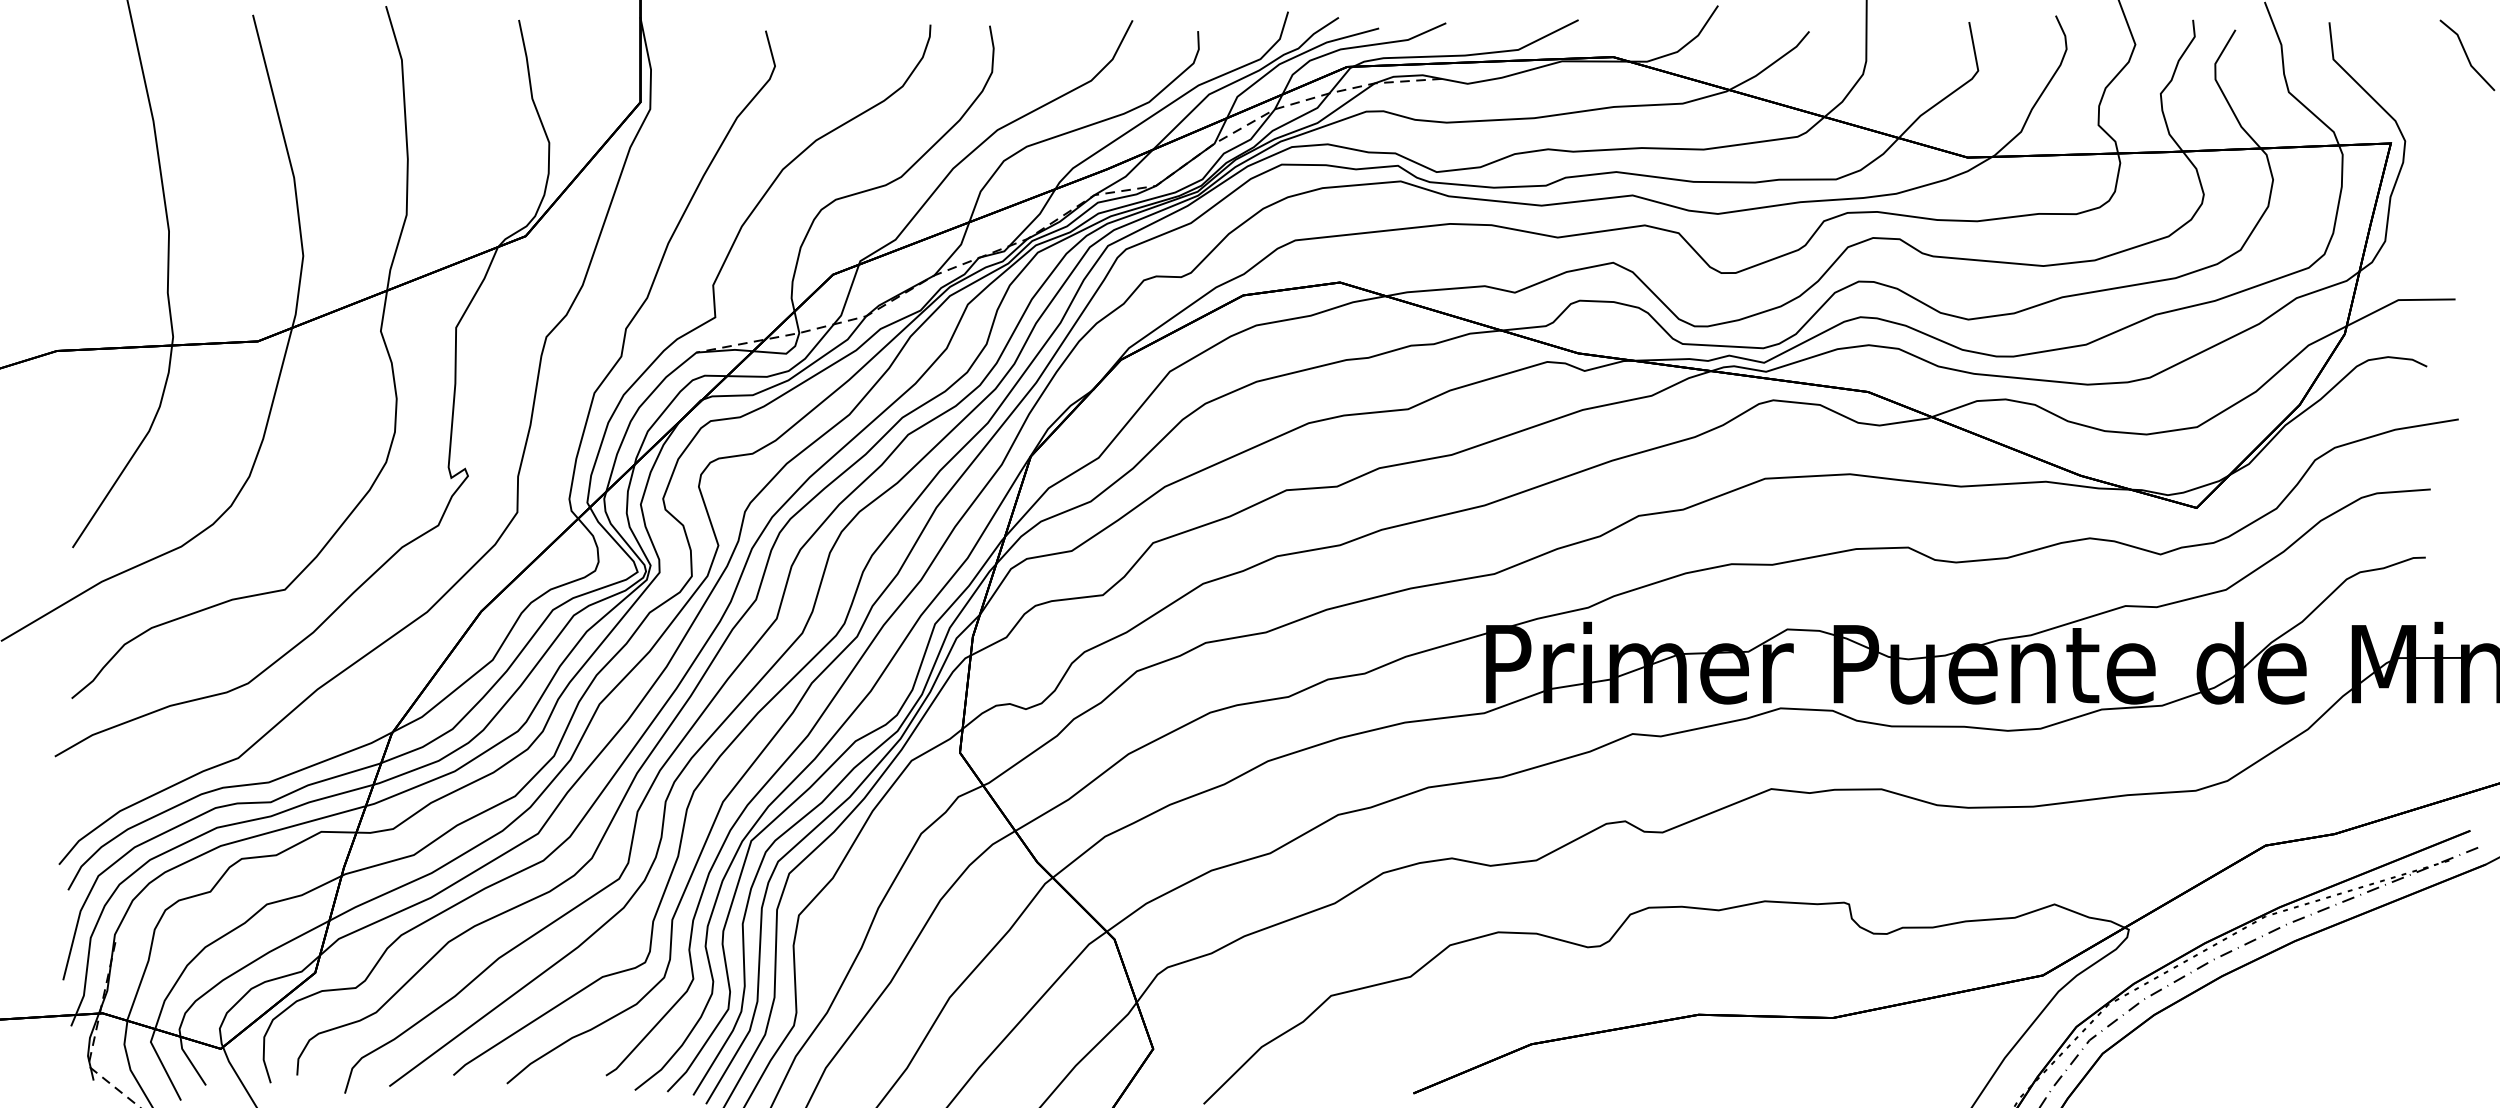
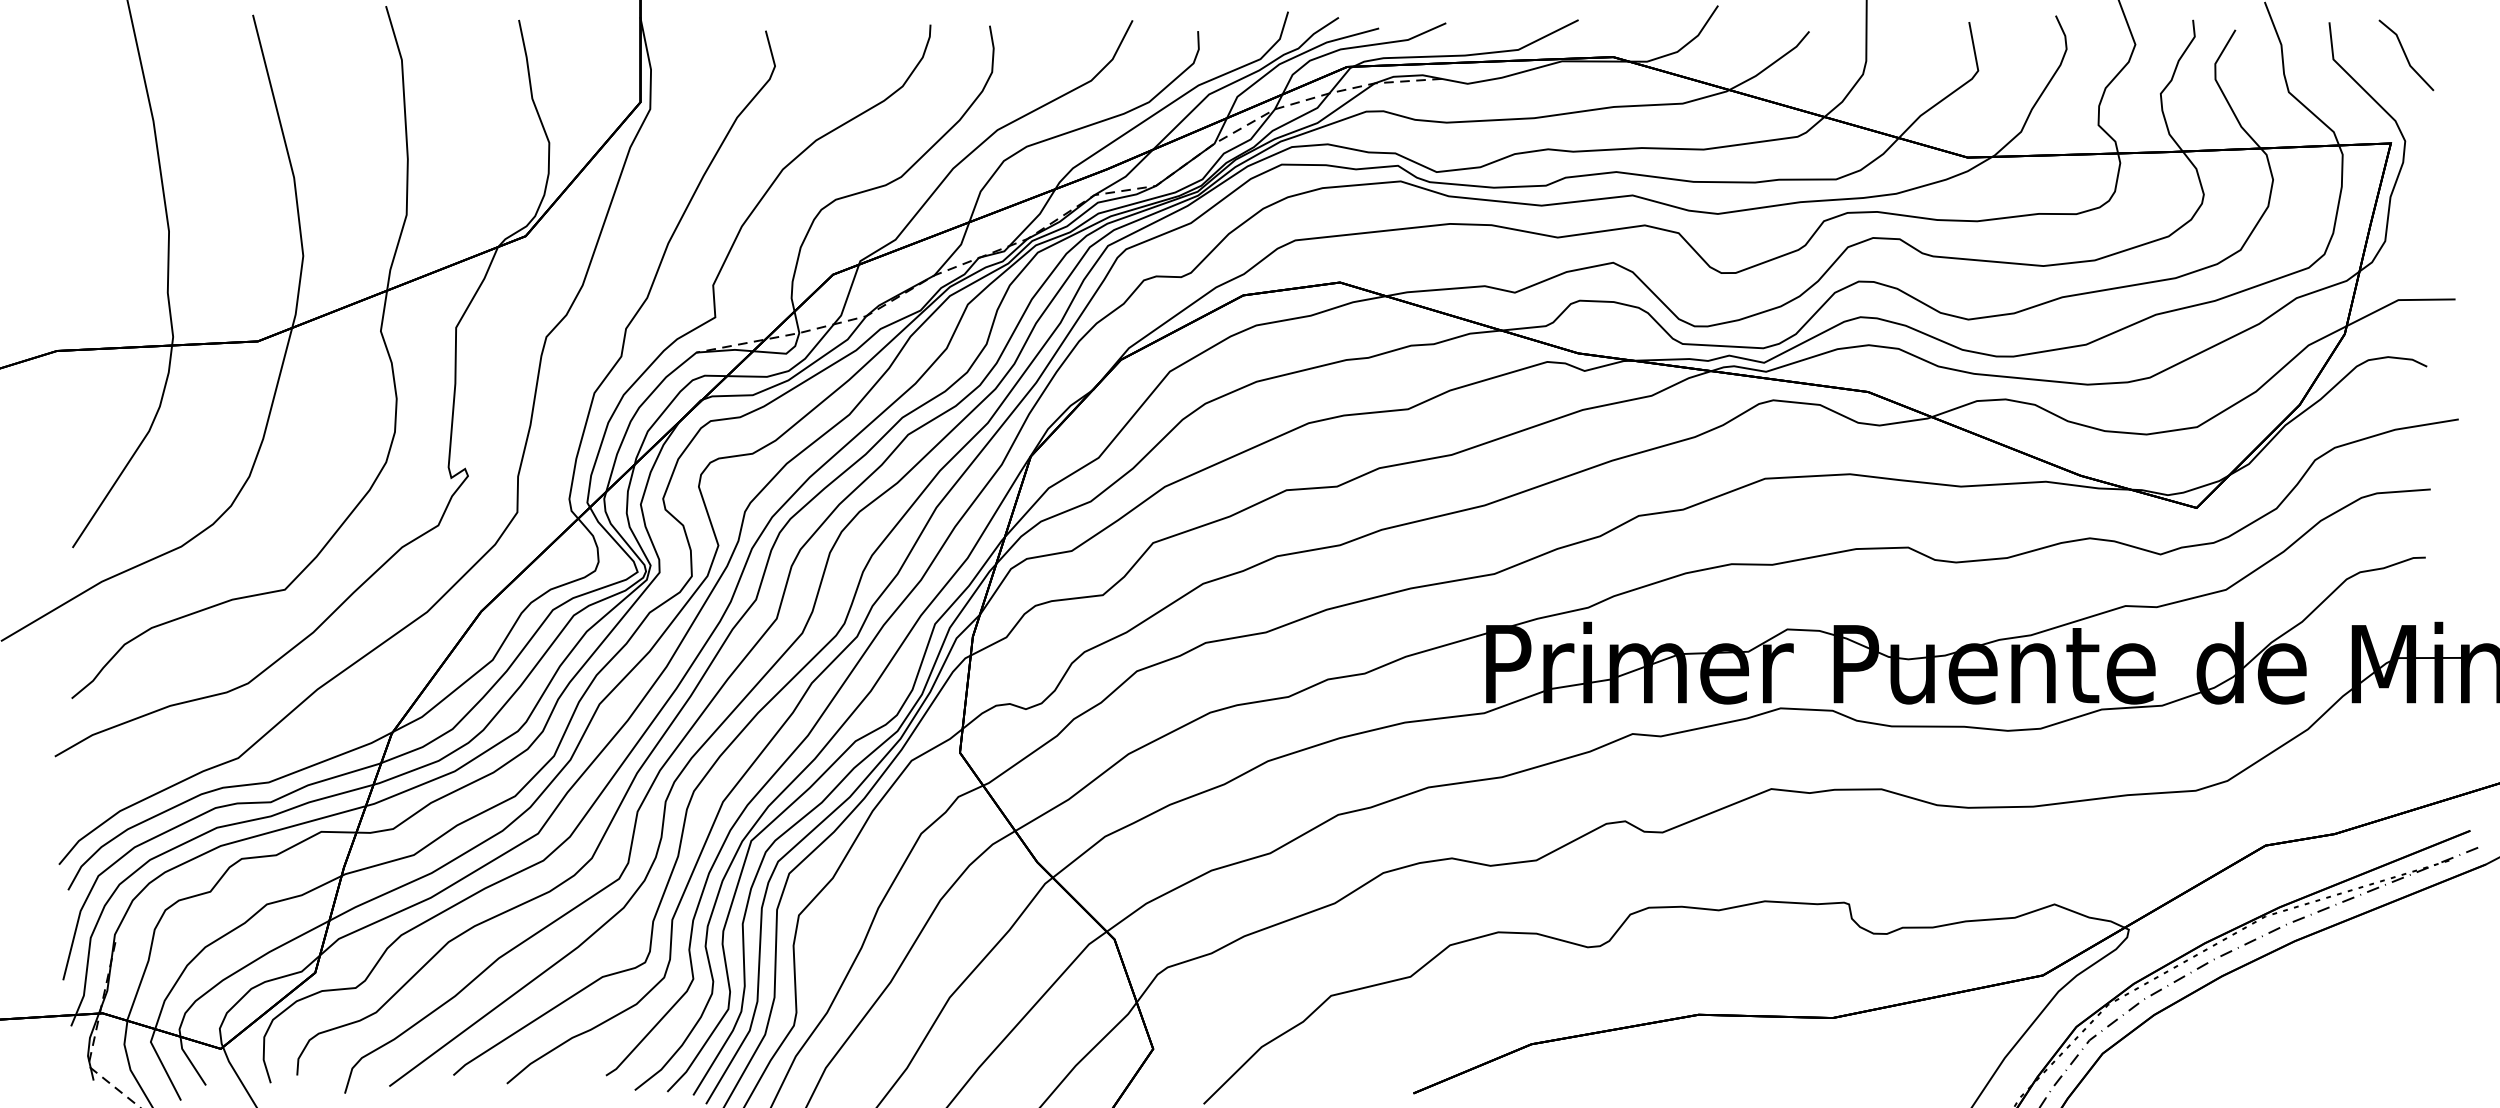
line at (2467, 55) position: (2467, 55) -> (2406, 55)
